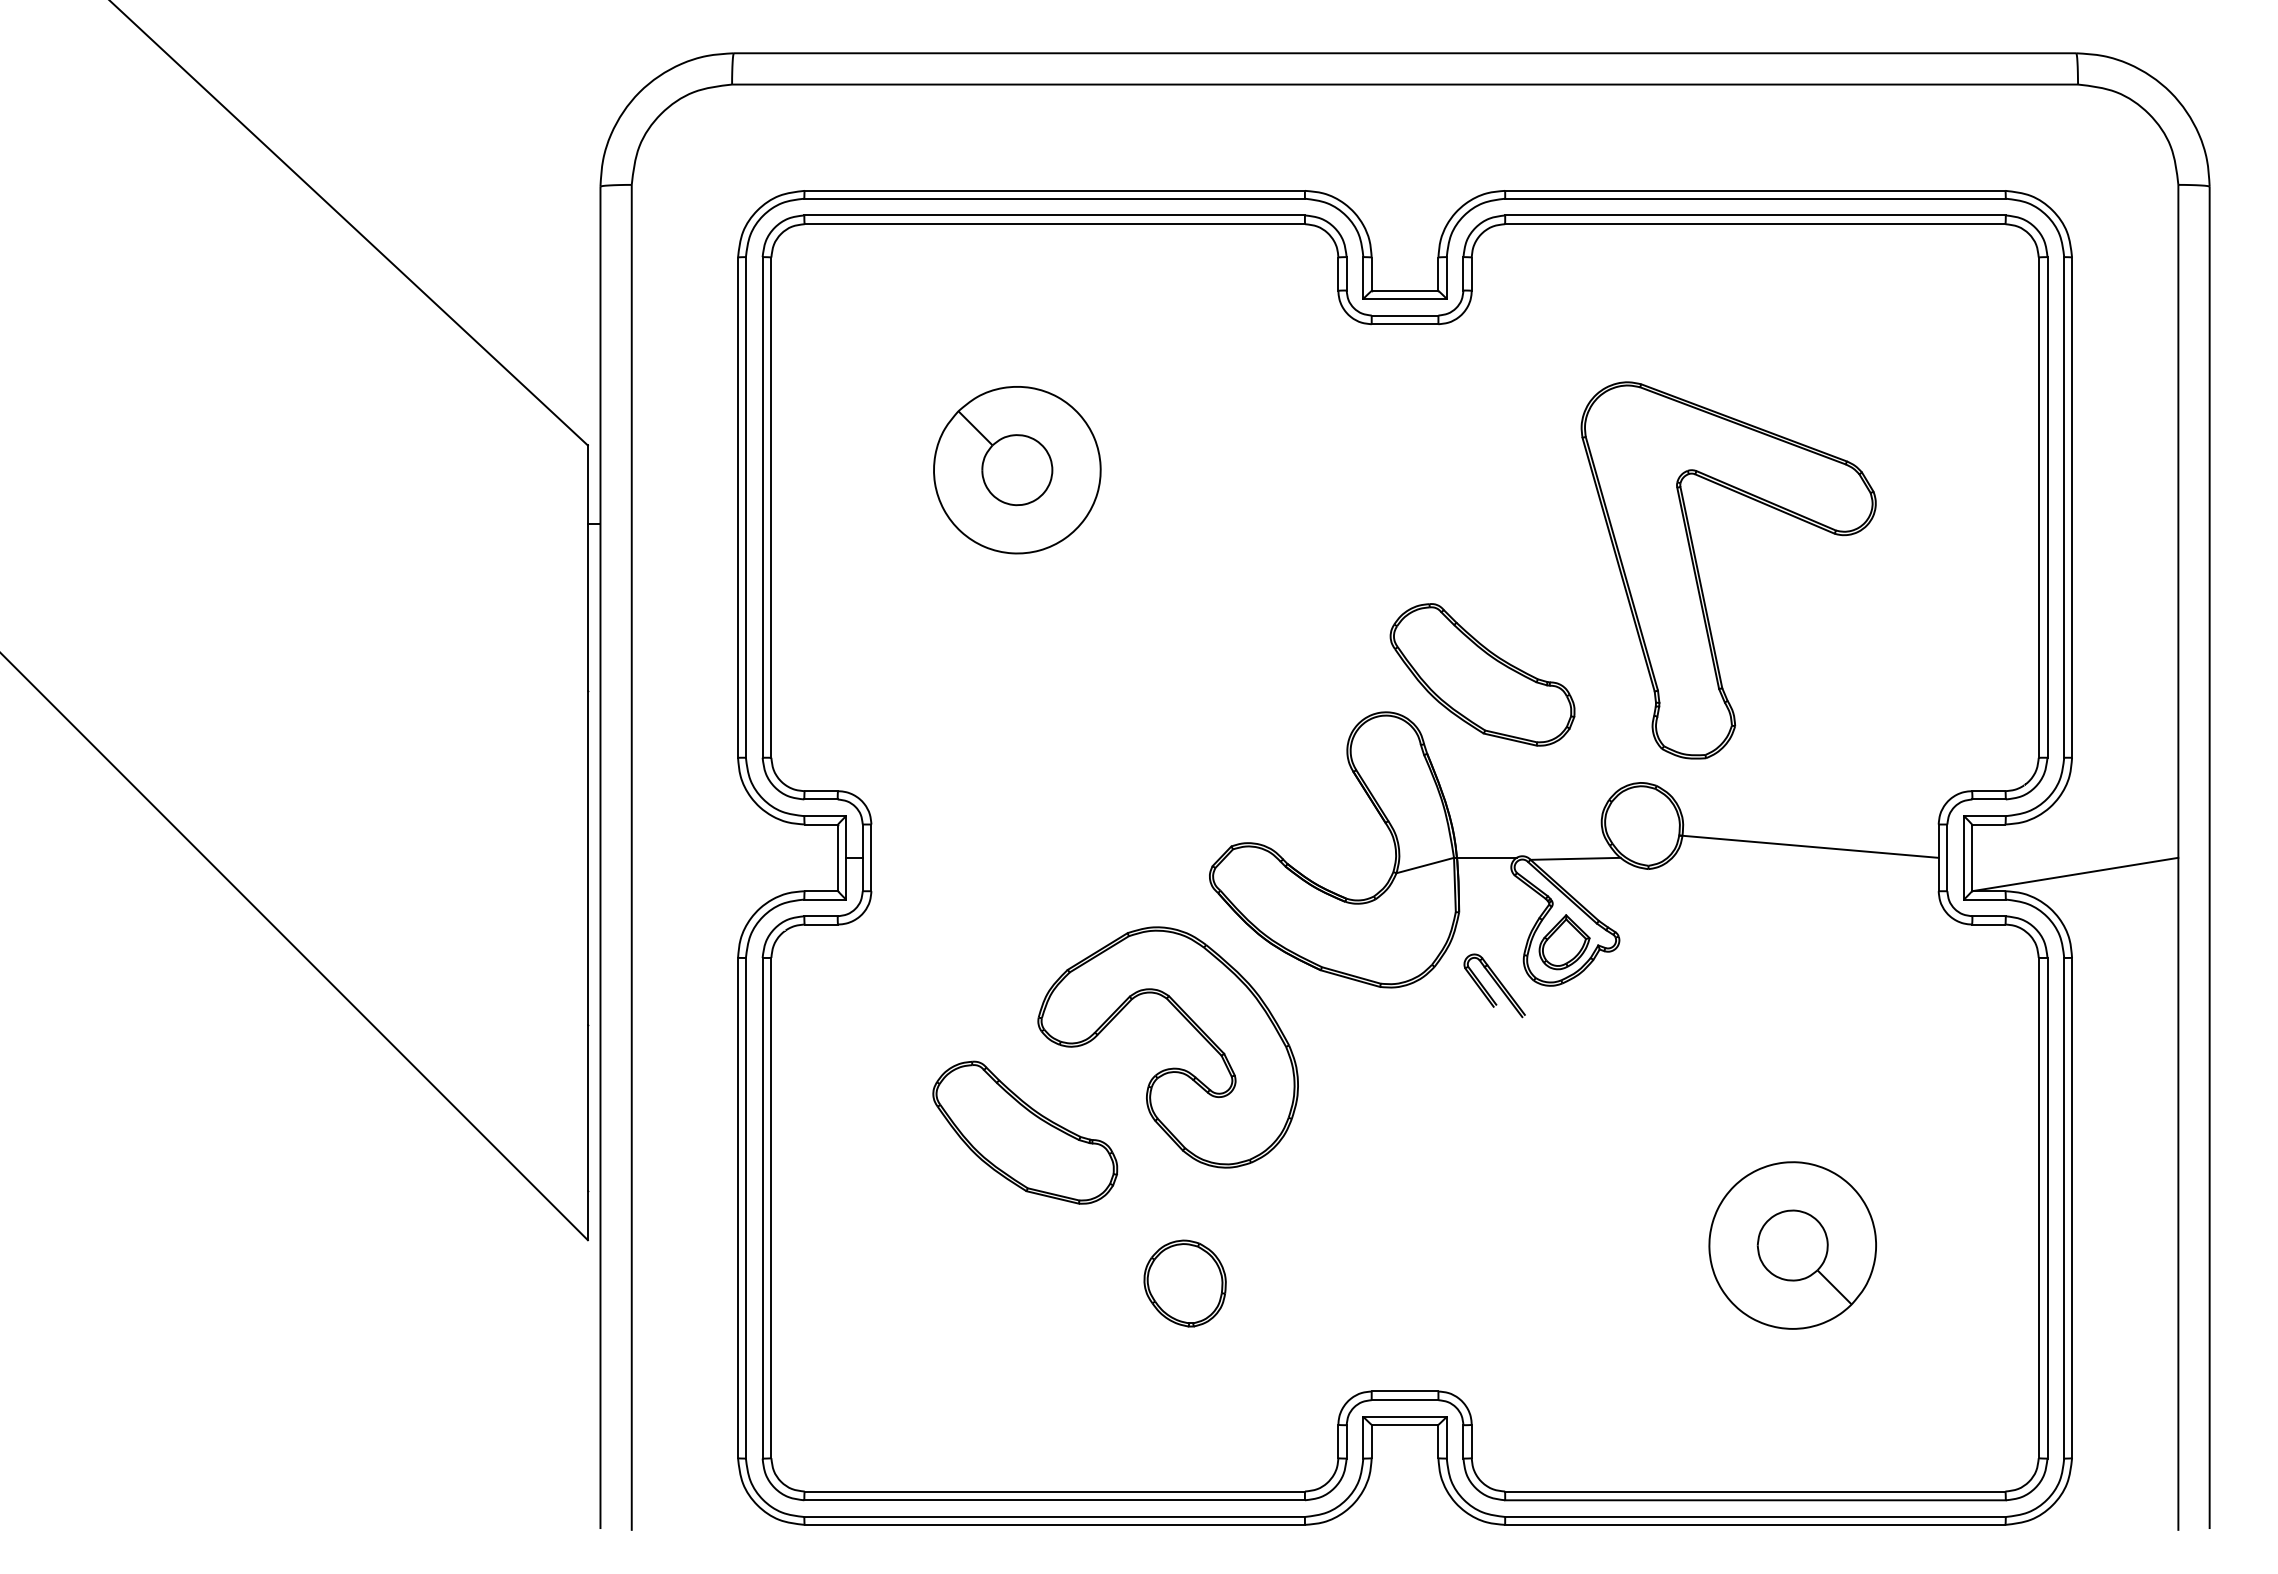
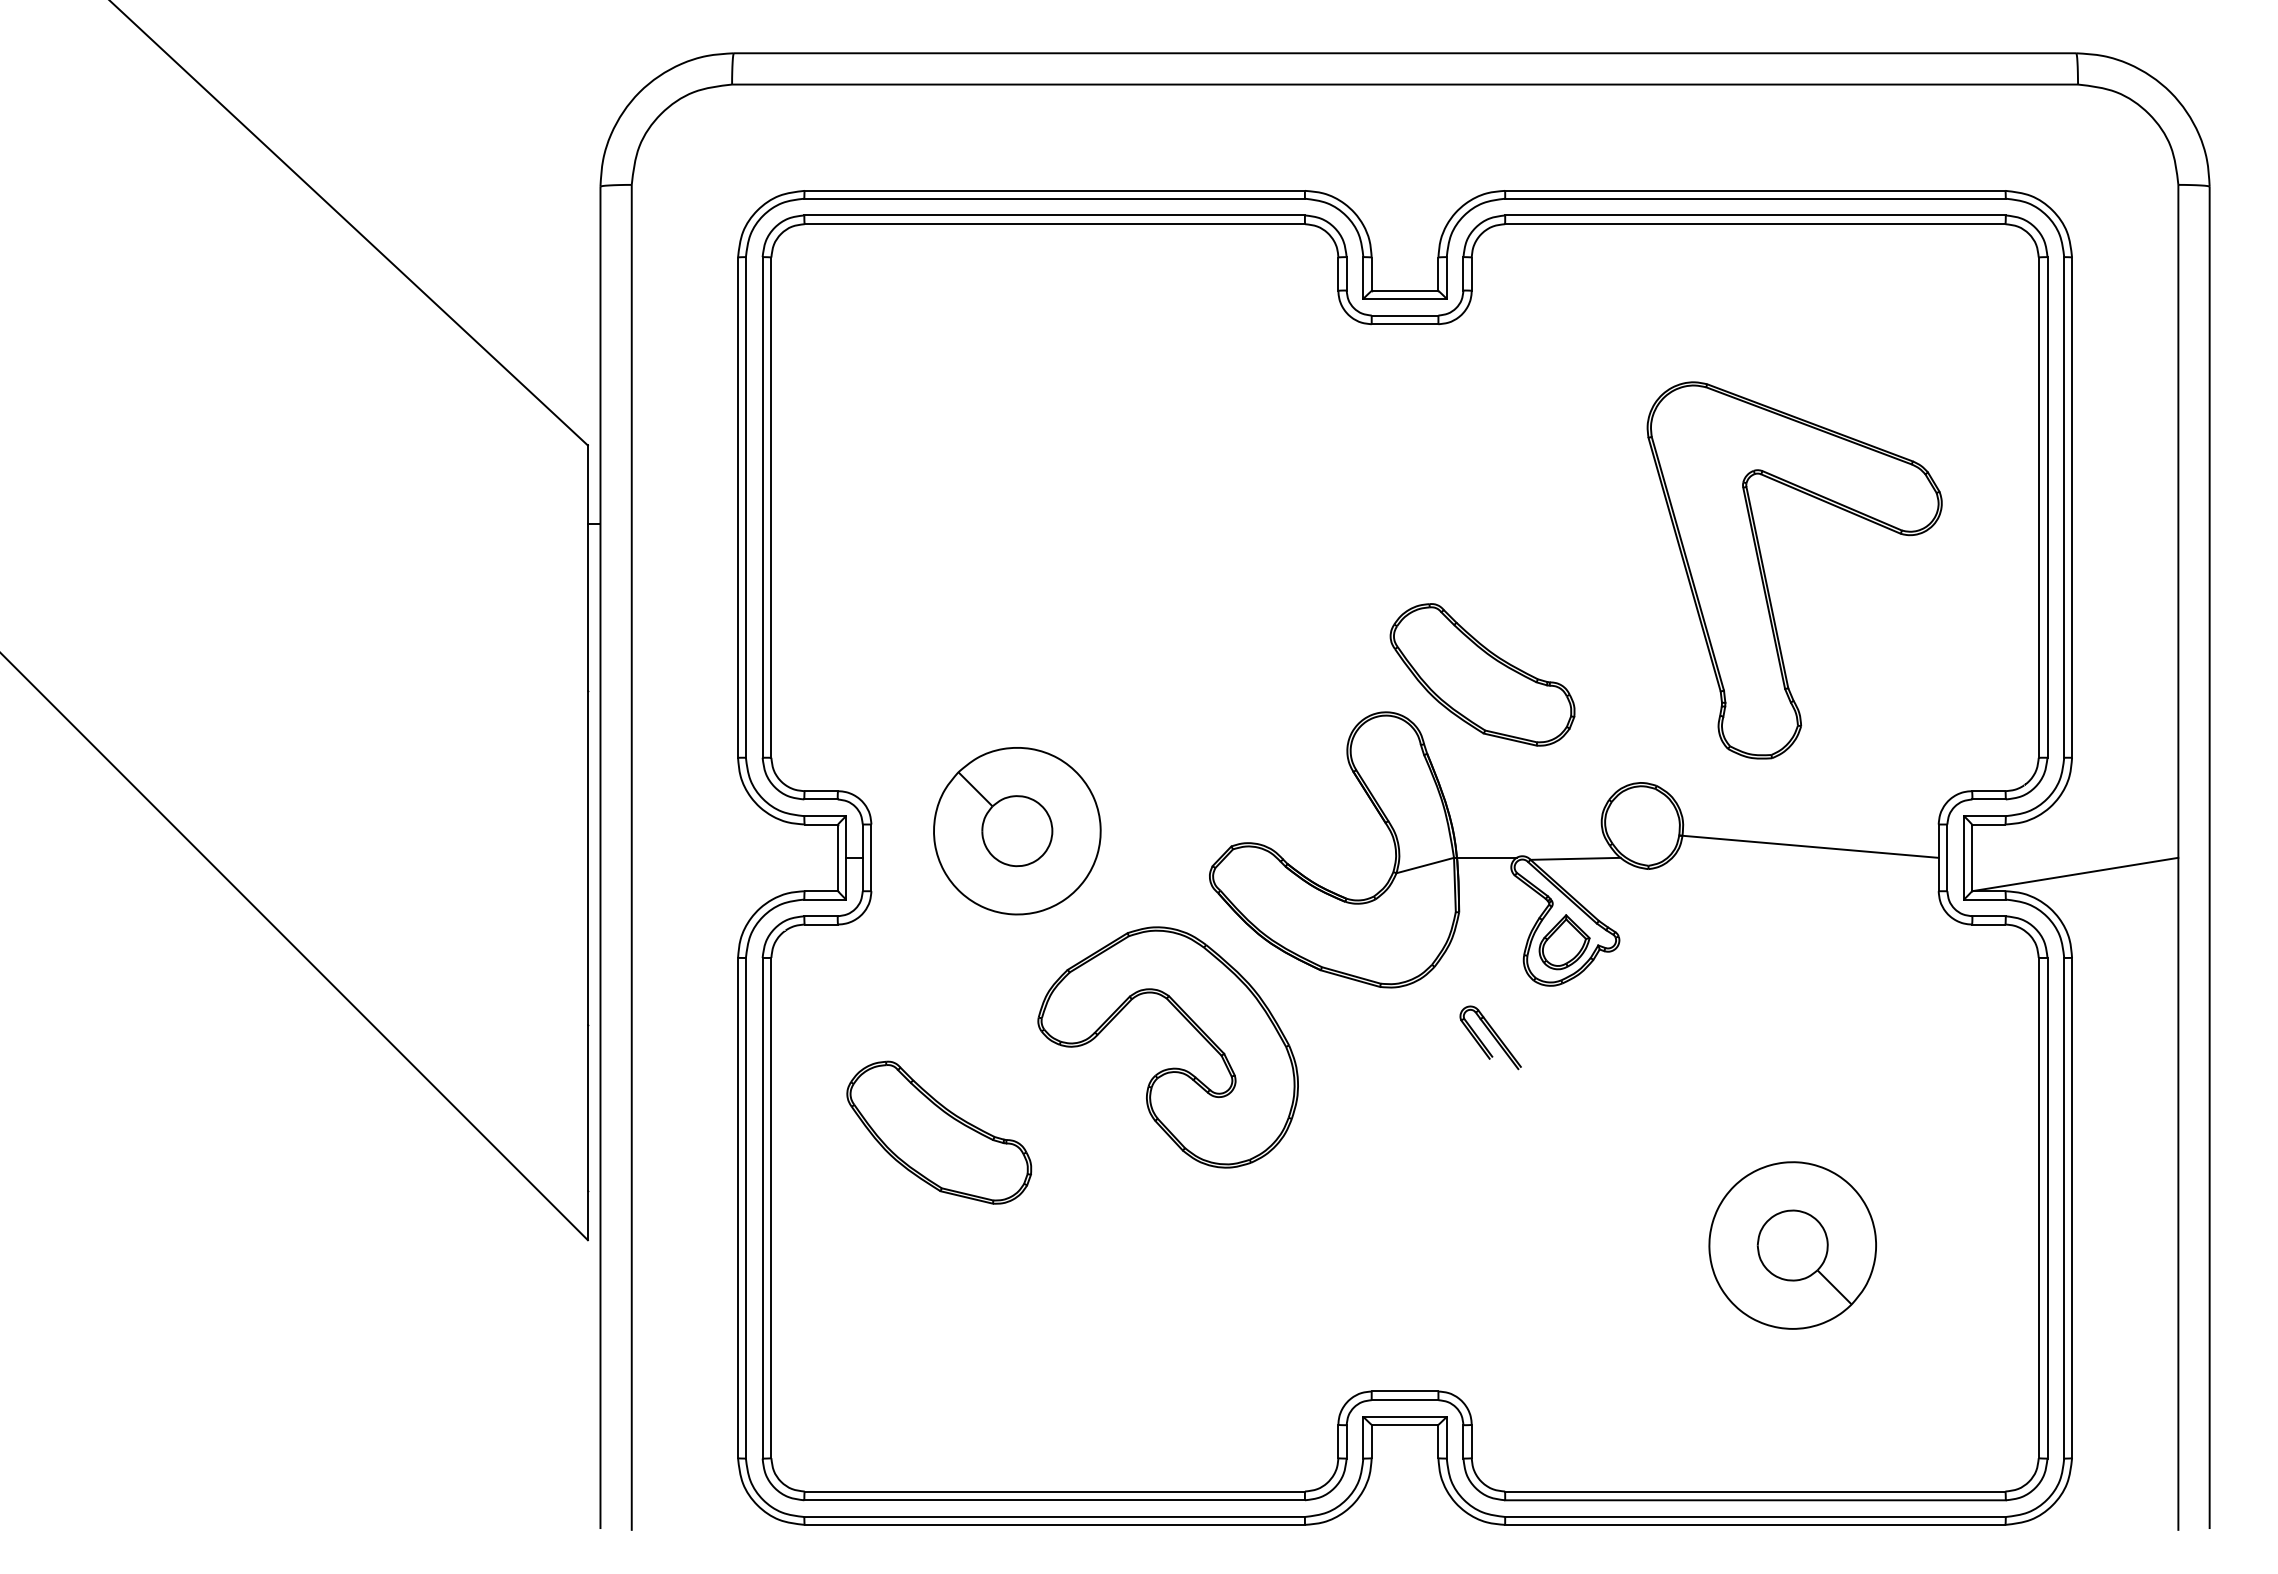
part at (1017, 470) position: (1017, 470) -> (1017, 831)
part at (1700, 577) position: (1700, 577) -> (1766, 577)
part at (1494, 985) position: (1494, 985) -> (1490, 1037)
part at (1025, 1132) position: (1025, 1132) -> (939, 1132)
part at (1184, 1283): present -> none
